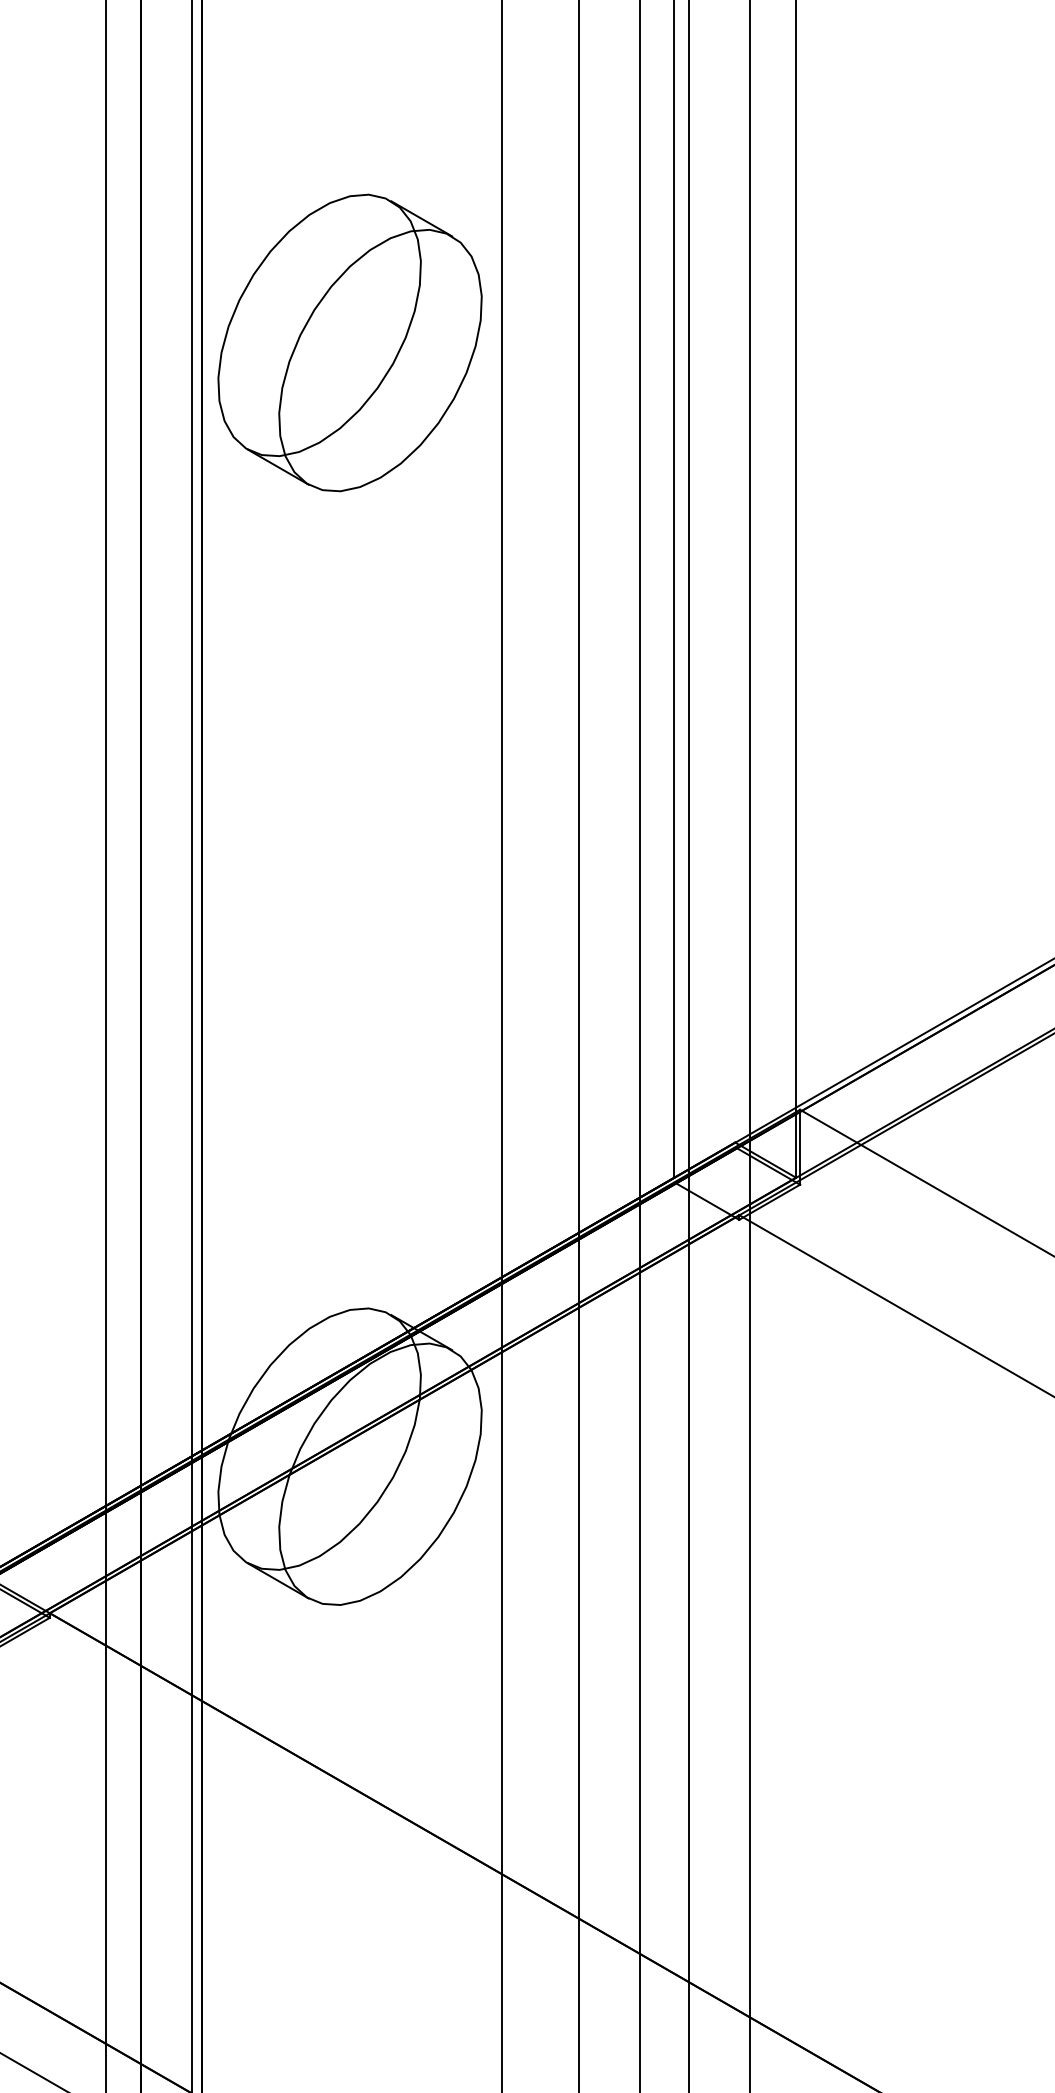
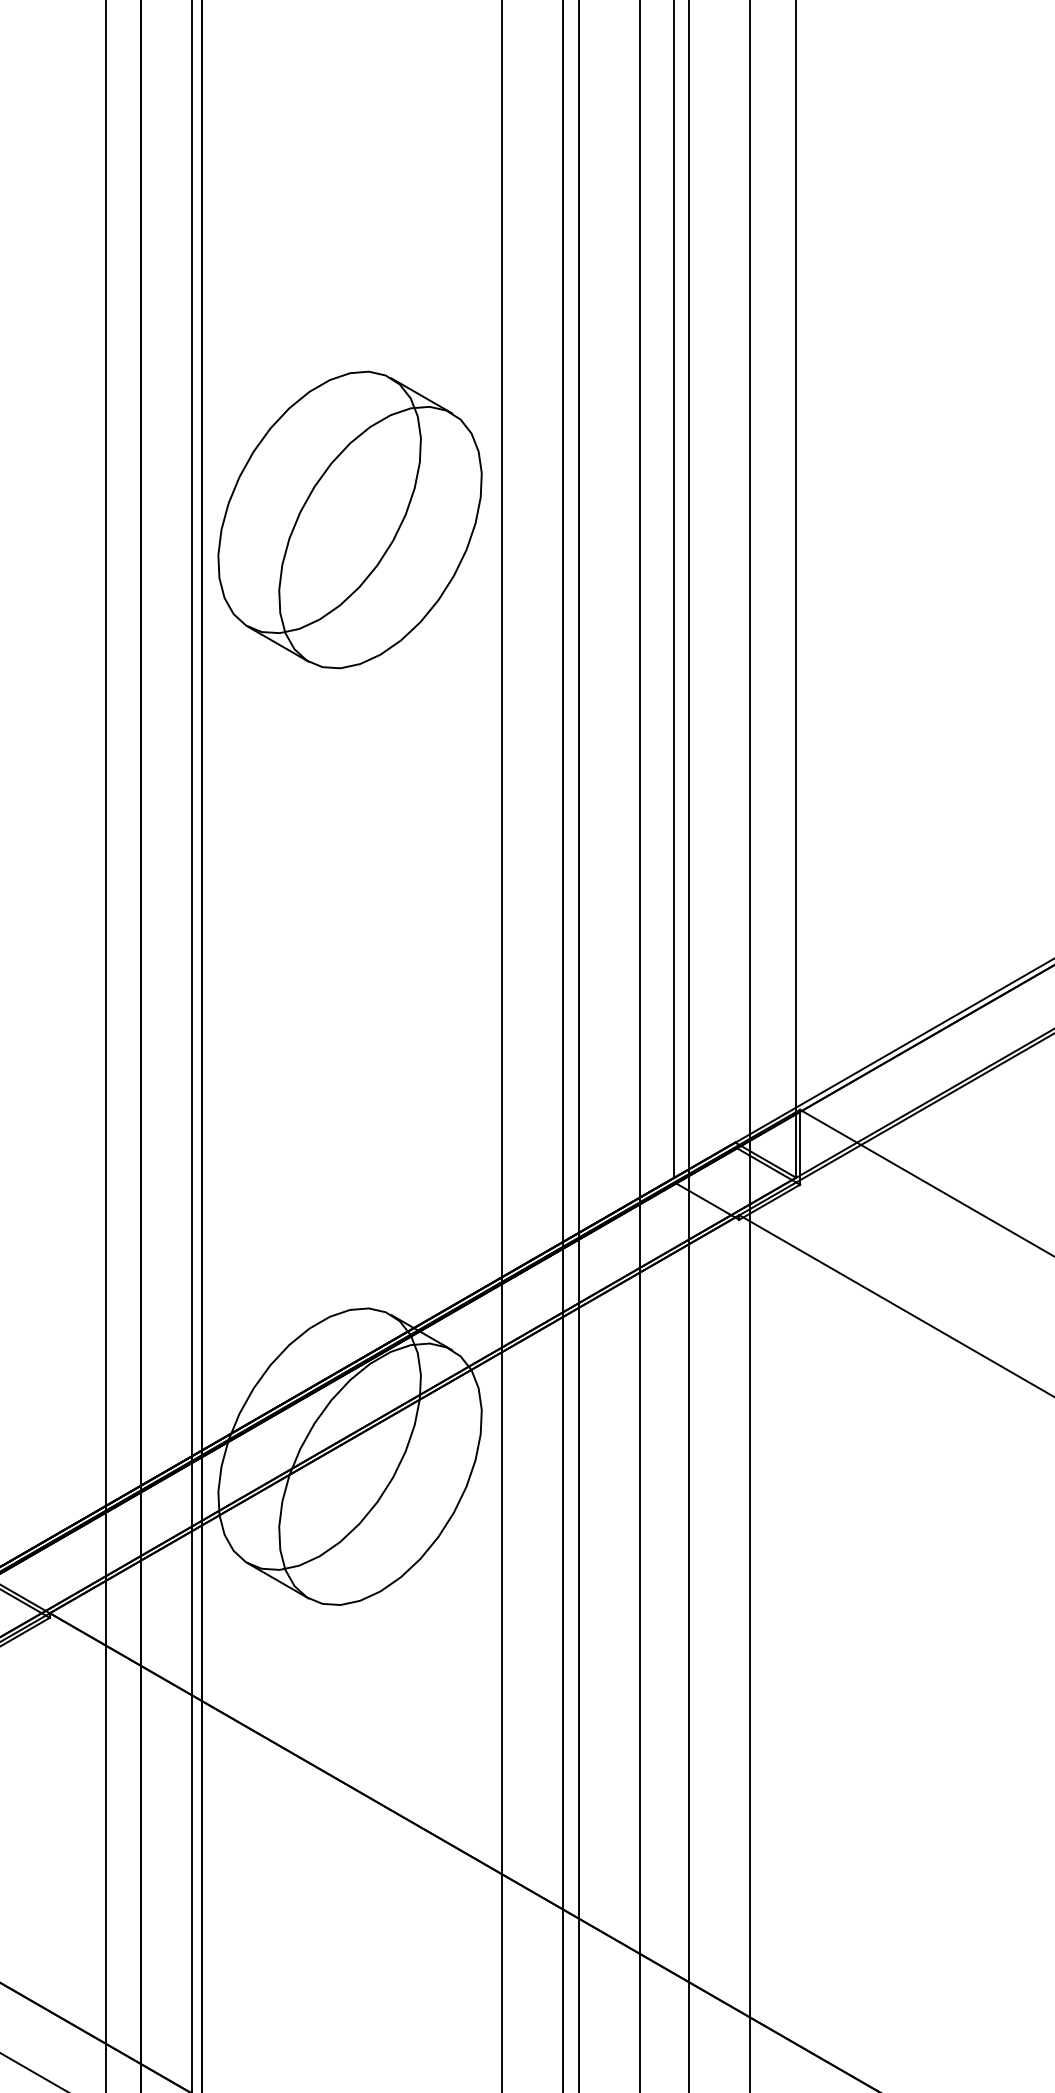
part at (349, 342) position: (349, 342) -> (349, 519)
line at (563, 1045): none -> present
